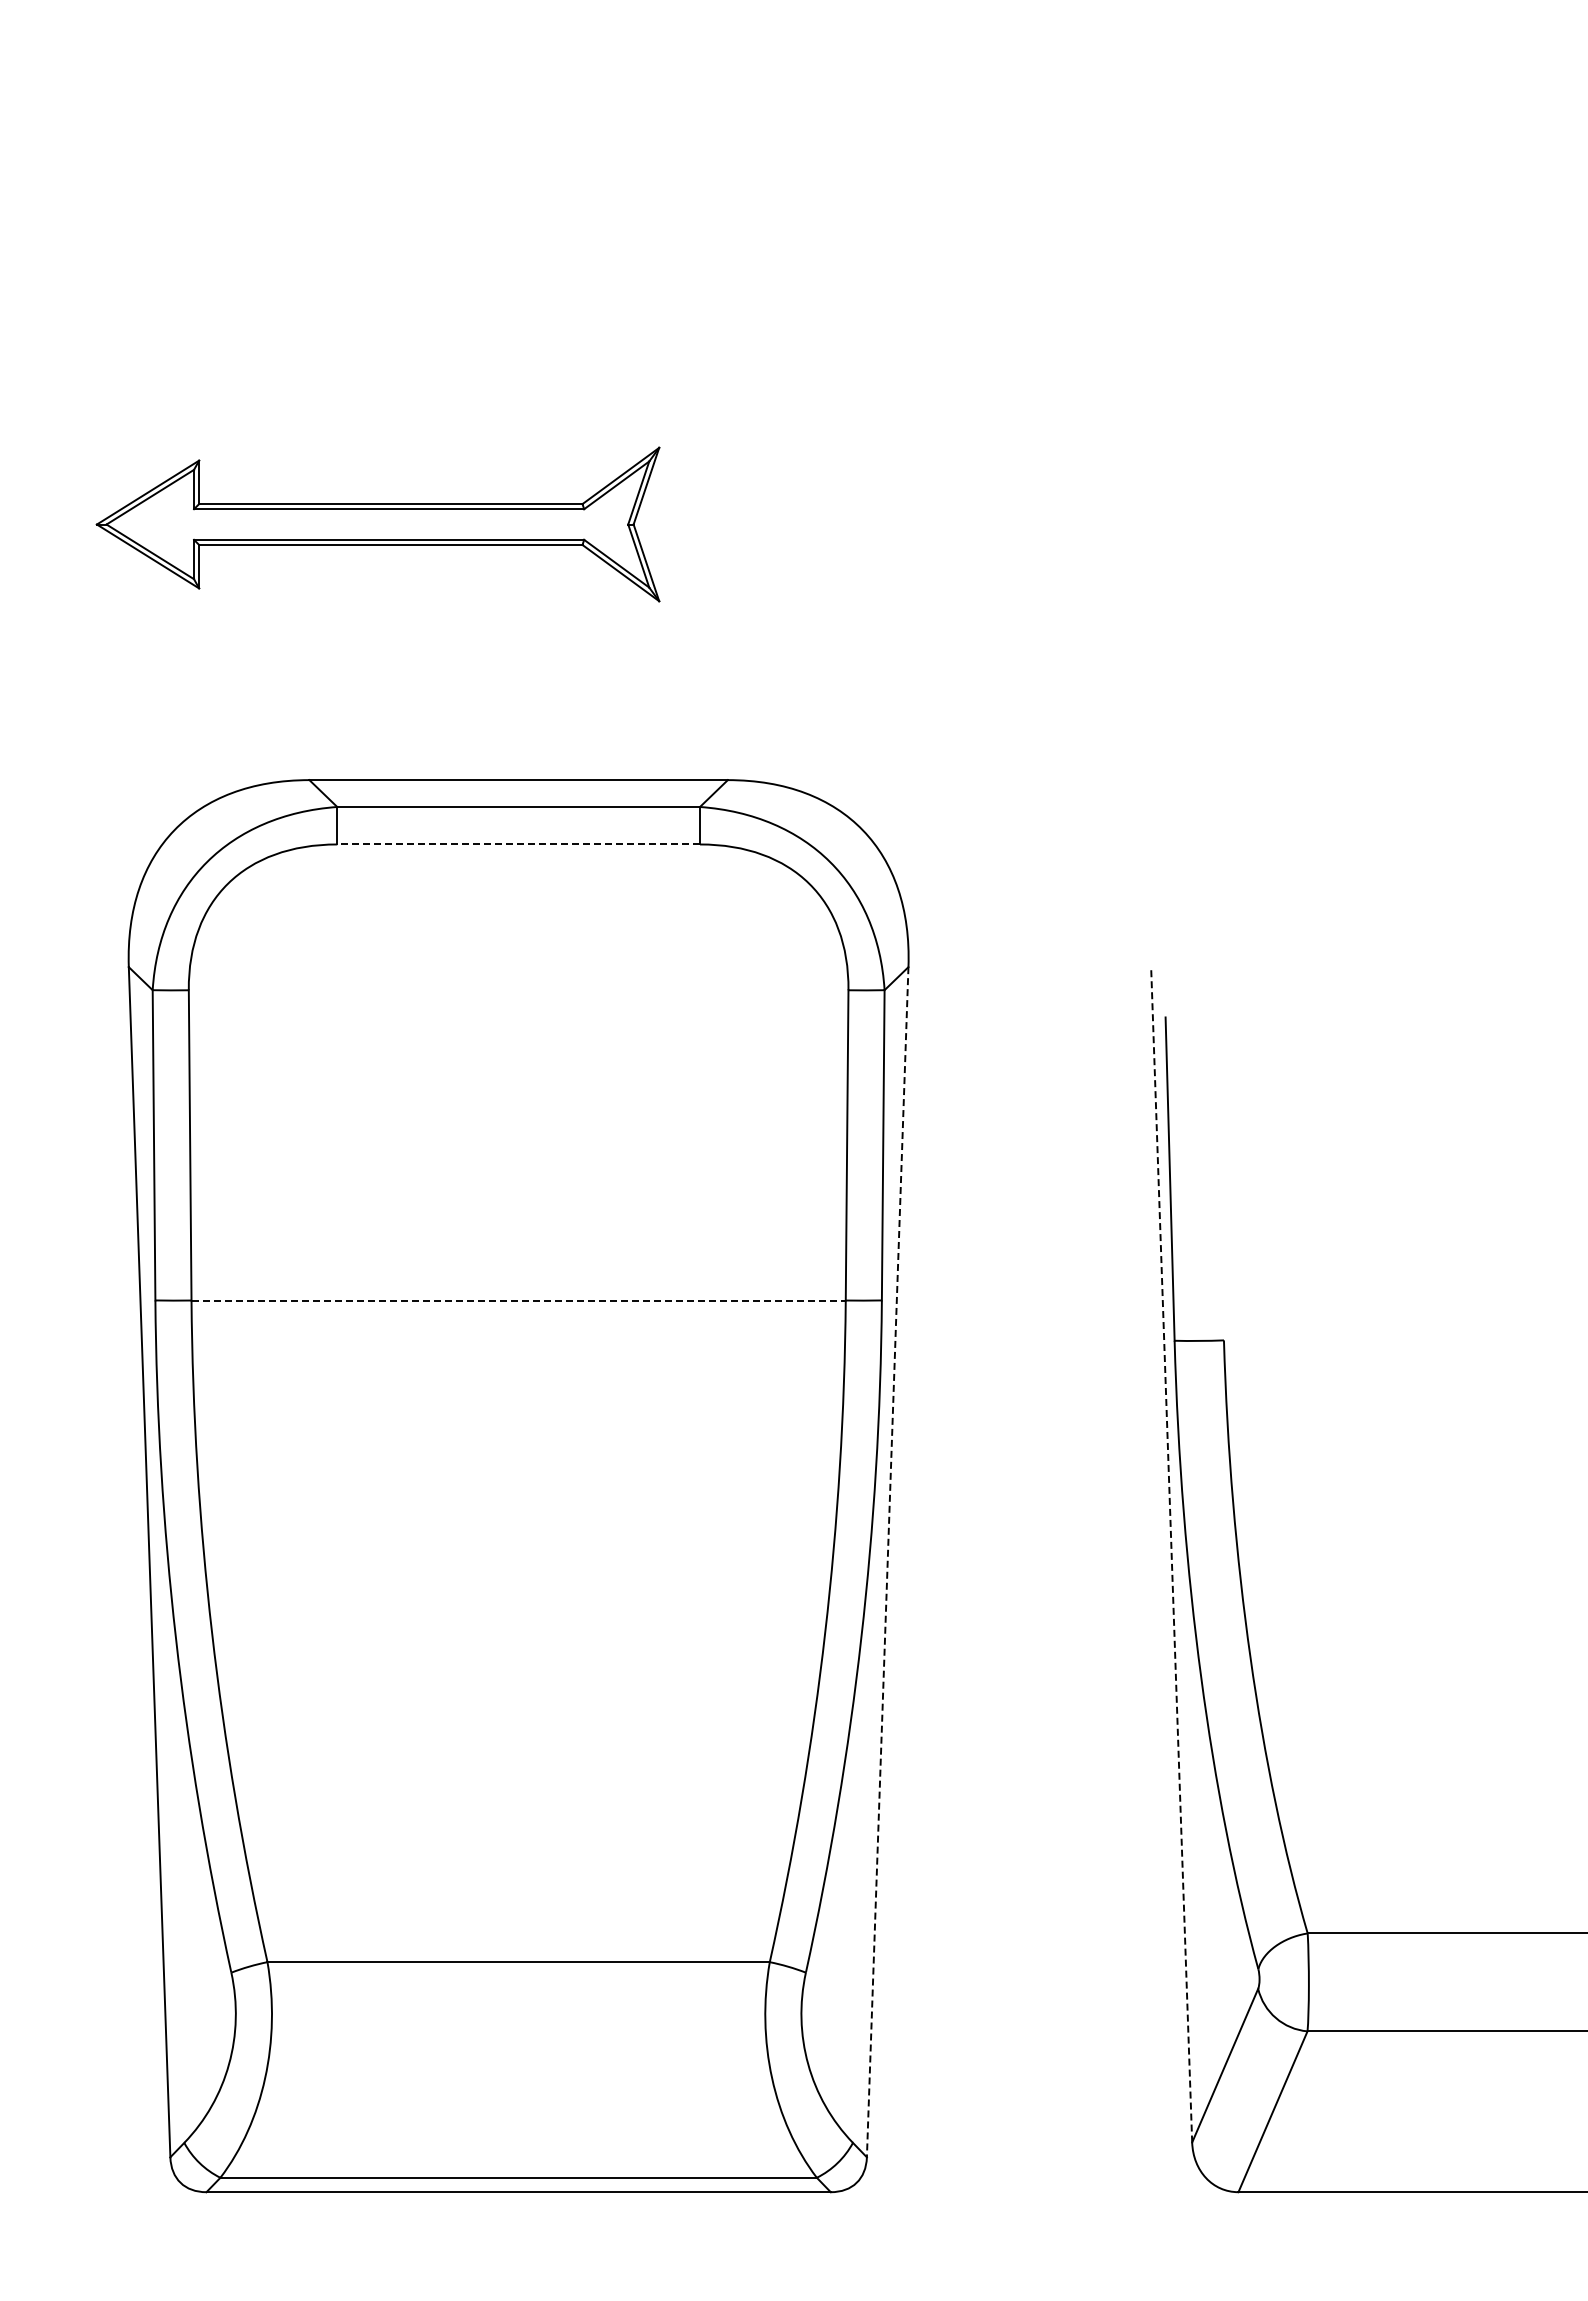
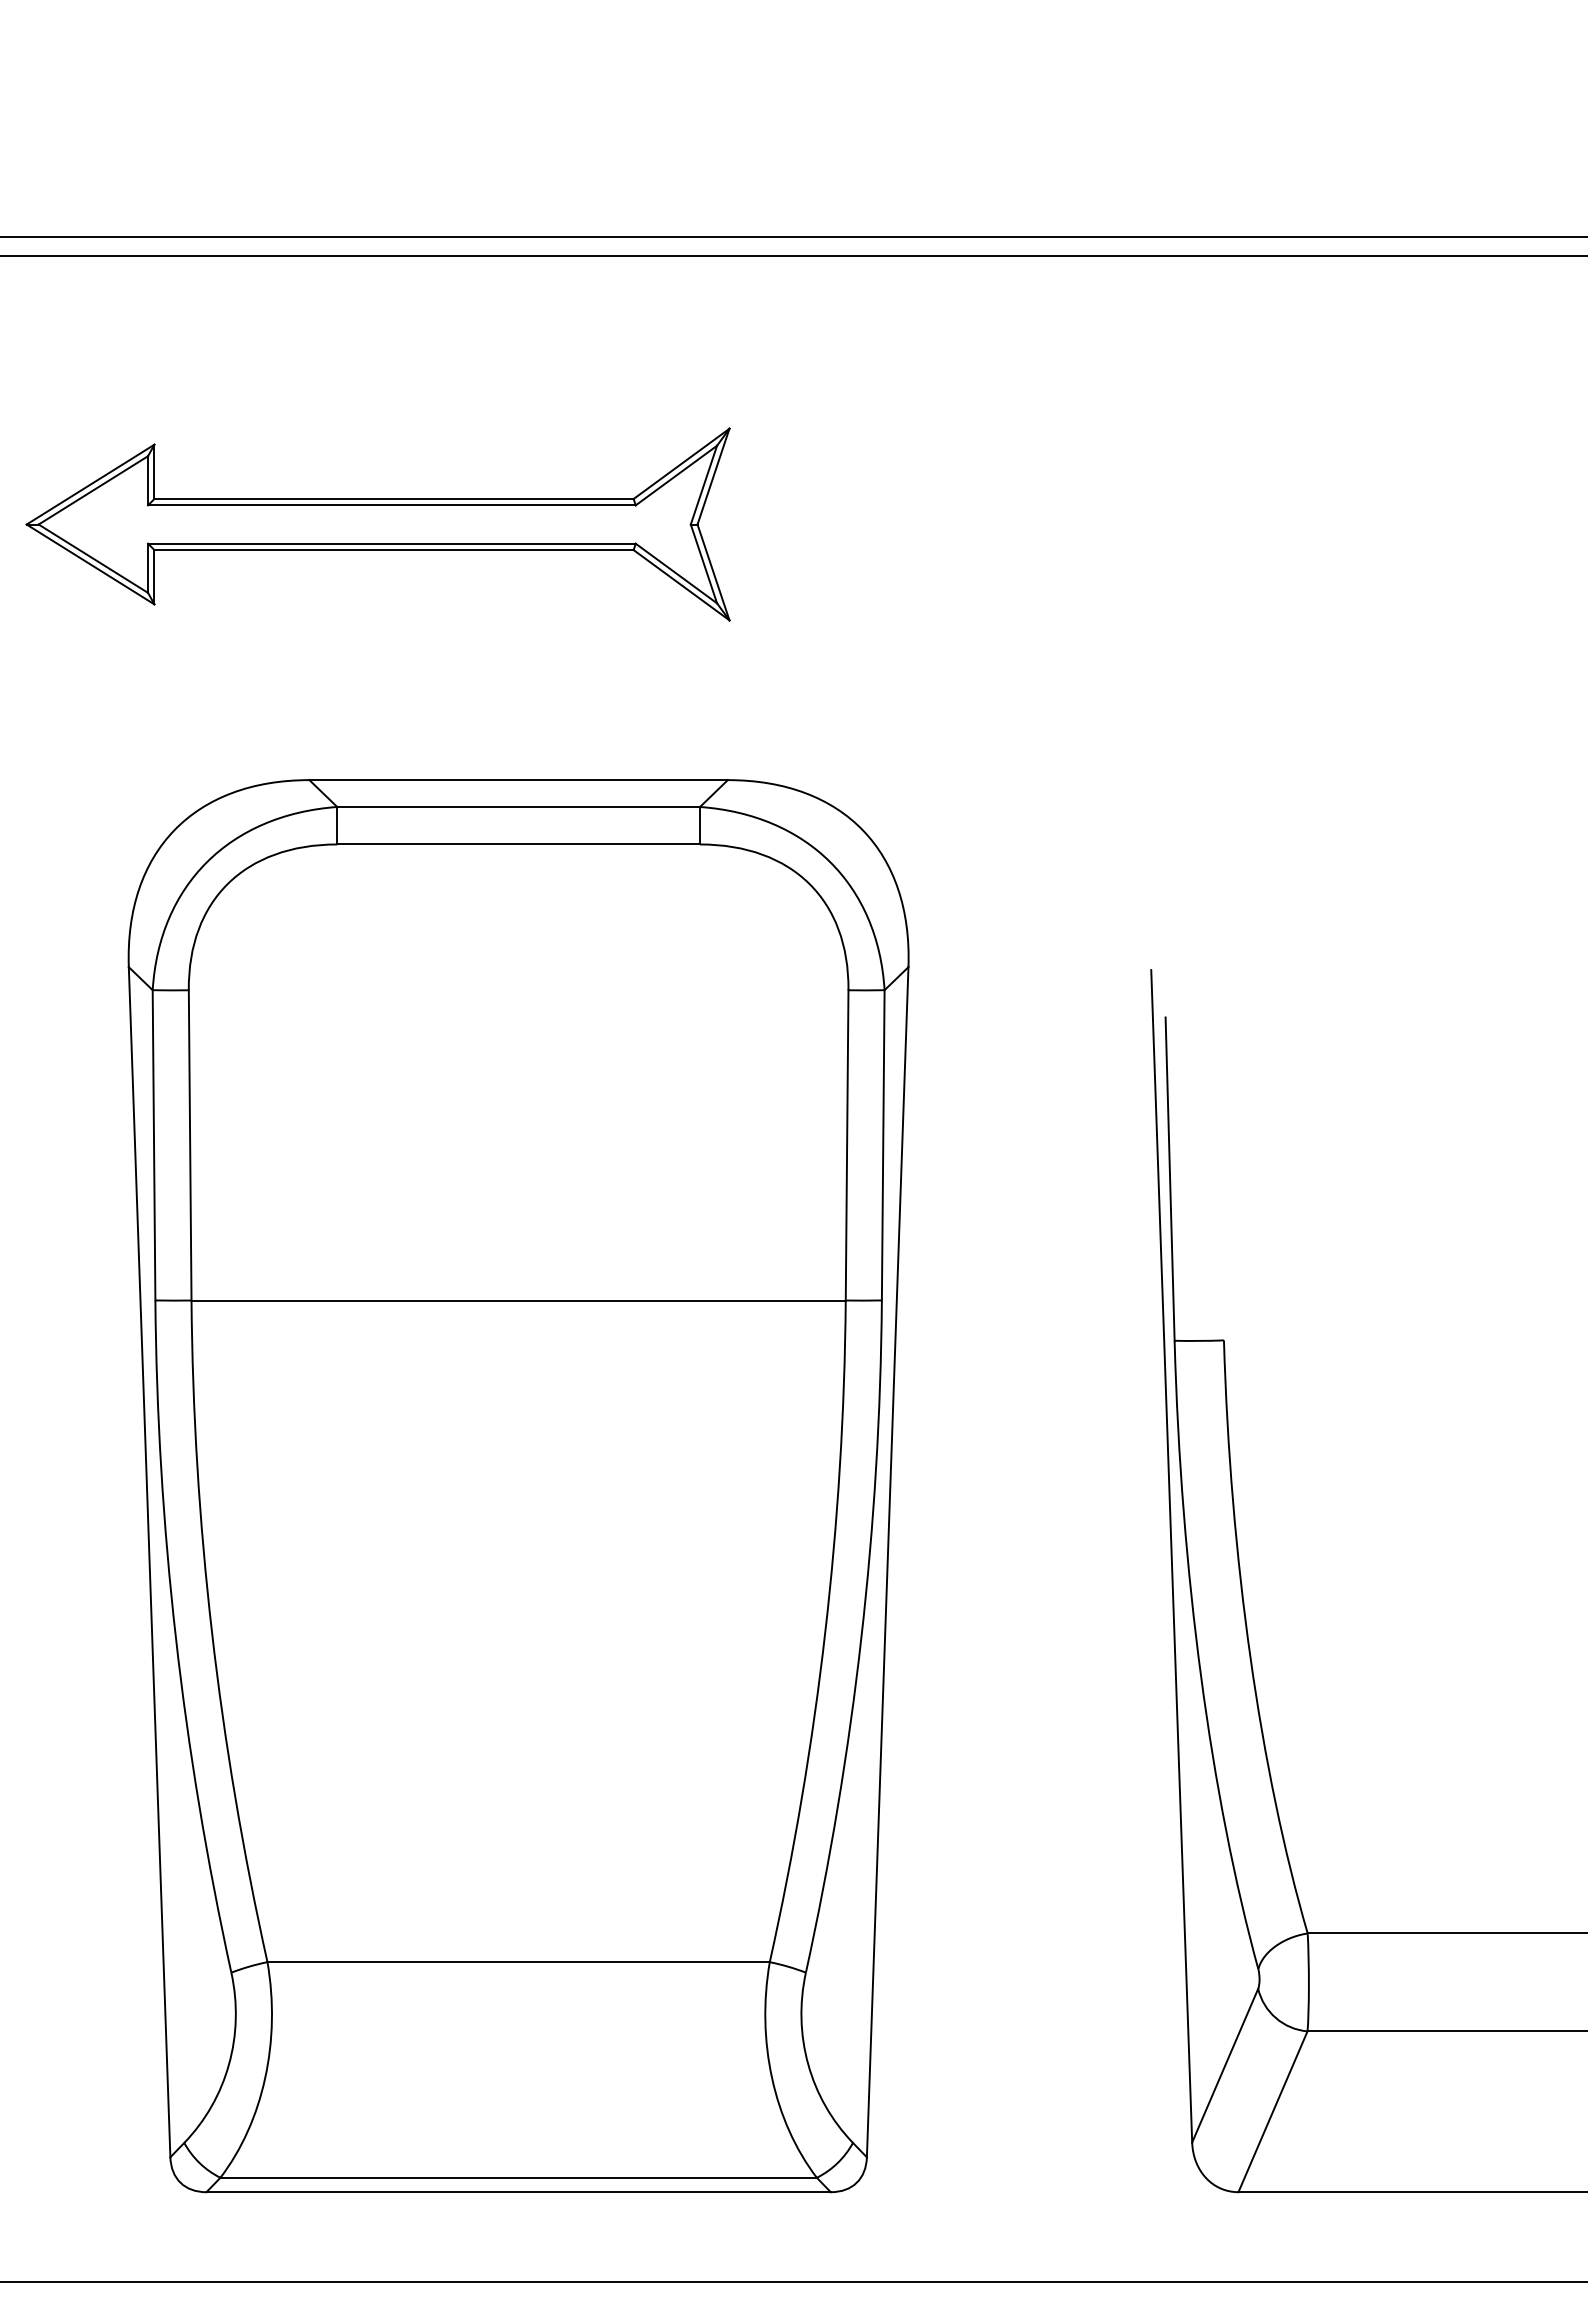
line at (793, 237): none -> present
line at (793, 256): none -> present
part at (377, 524) size: 566x157 px -> 706x195 px
line at (518, 844): dashed -> solid
line at (519, 1300): dashed -> solid
line at (1171, 1556): dashed -> solid
line at (887, 1562): dashed -> solid
line at (793, 2281): none -> present
